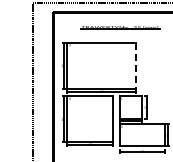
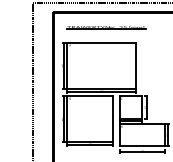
line at (120, 27) position: (120, 27) -> (106, 27)
line at (136, 65): dashed -> solid
